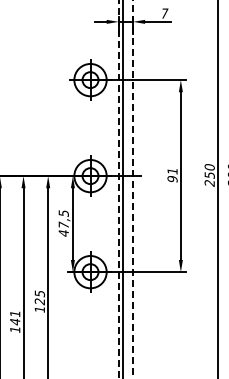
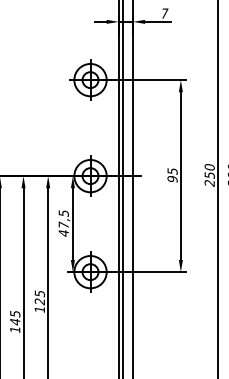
text at (172, 171): 91 -> 95
line at (118, 189): dashed -> solid
line at (132, 189): dashed -> solid
text at (15, 313): 141 -> 145
